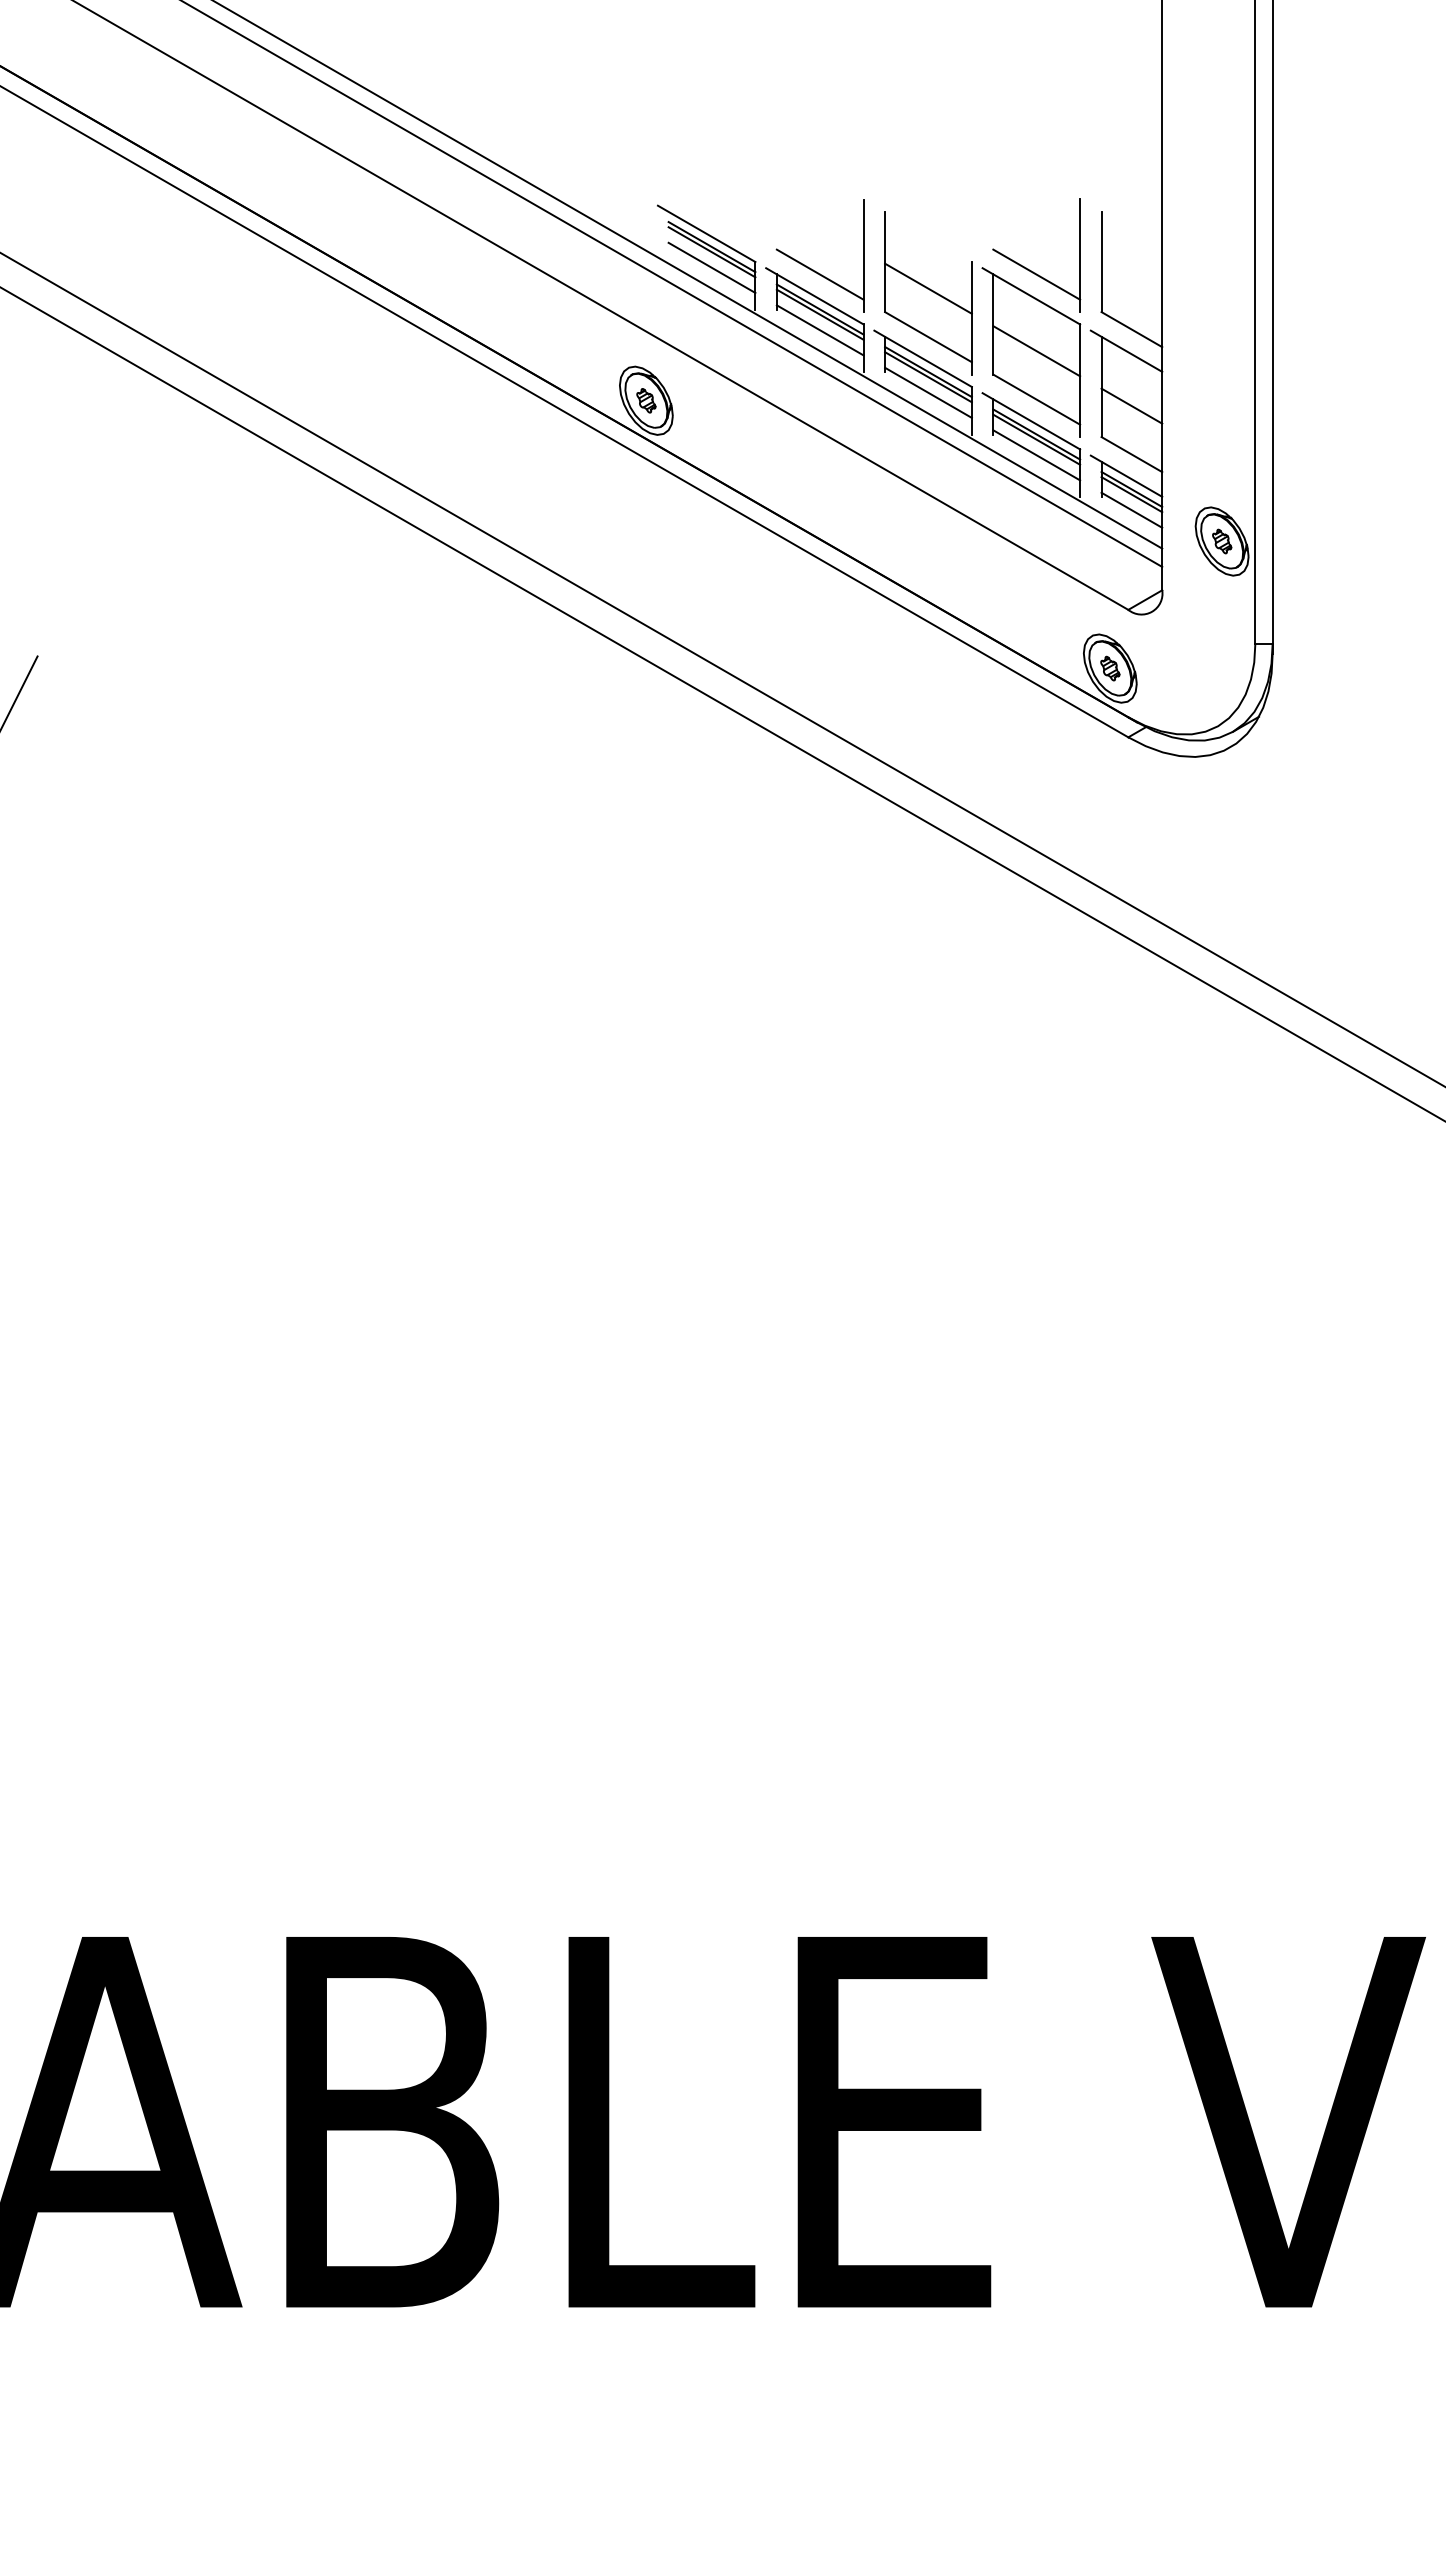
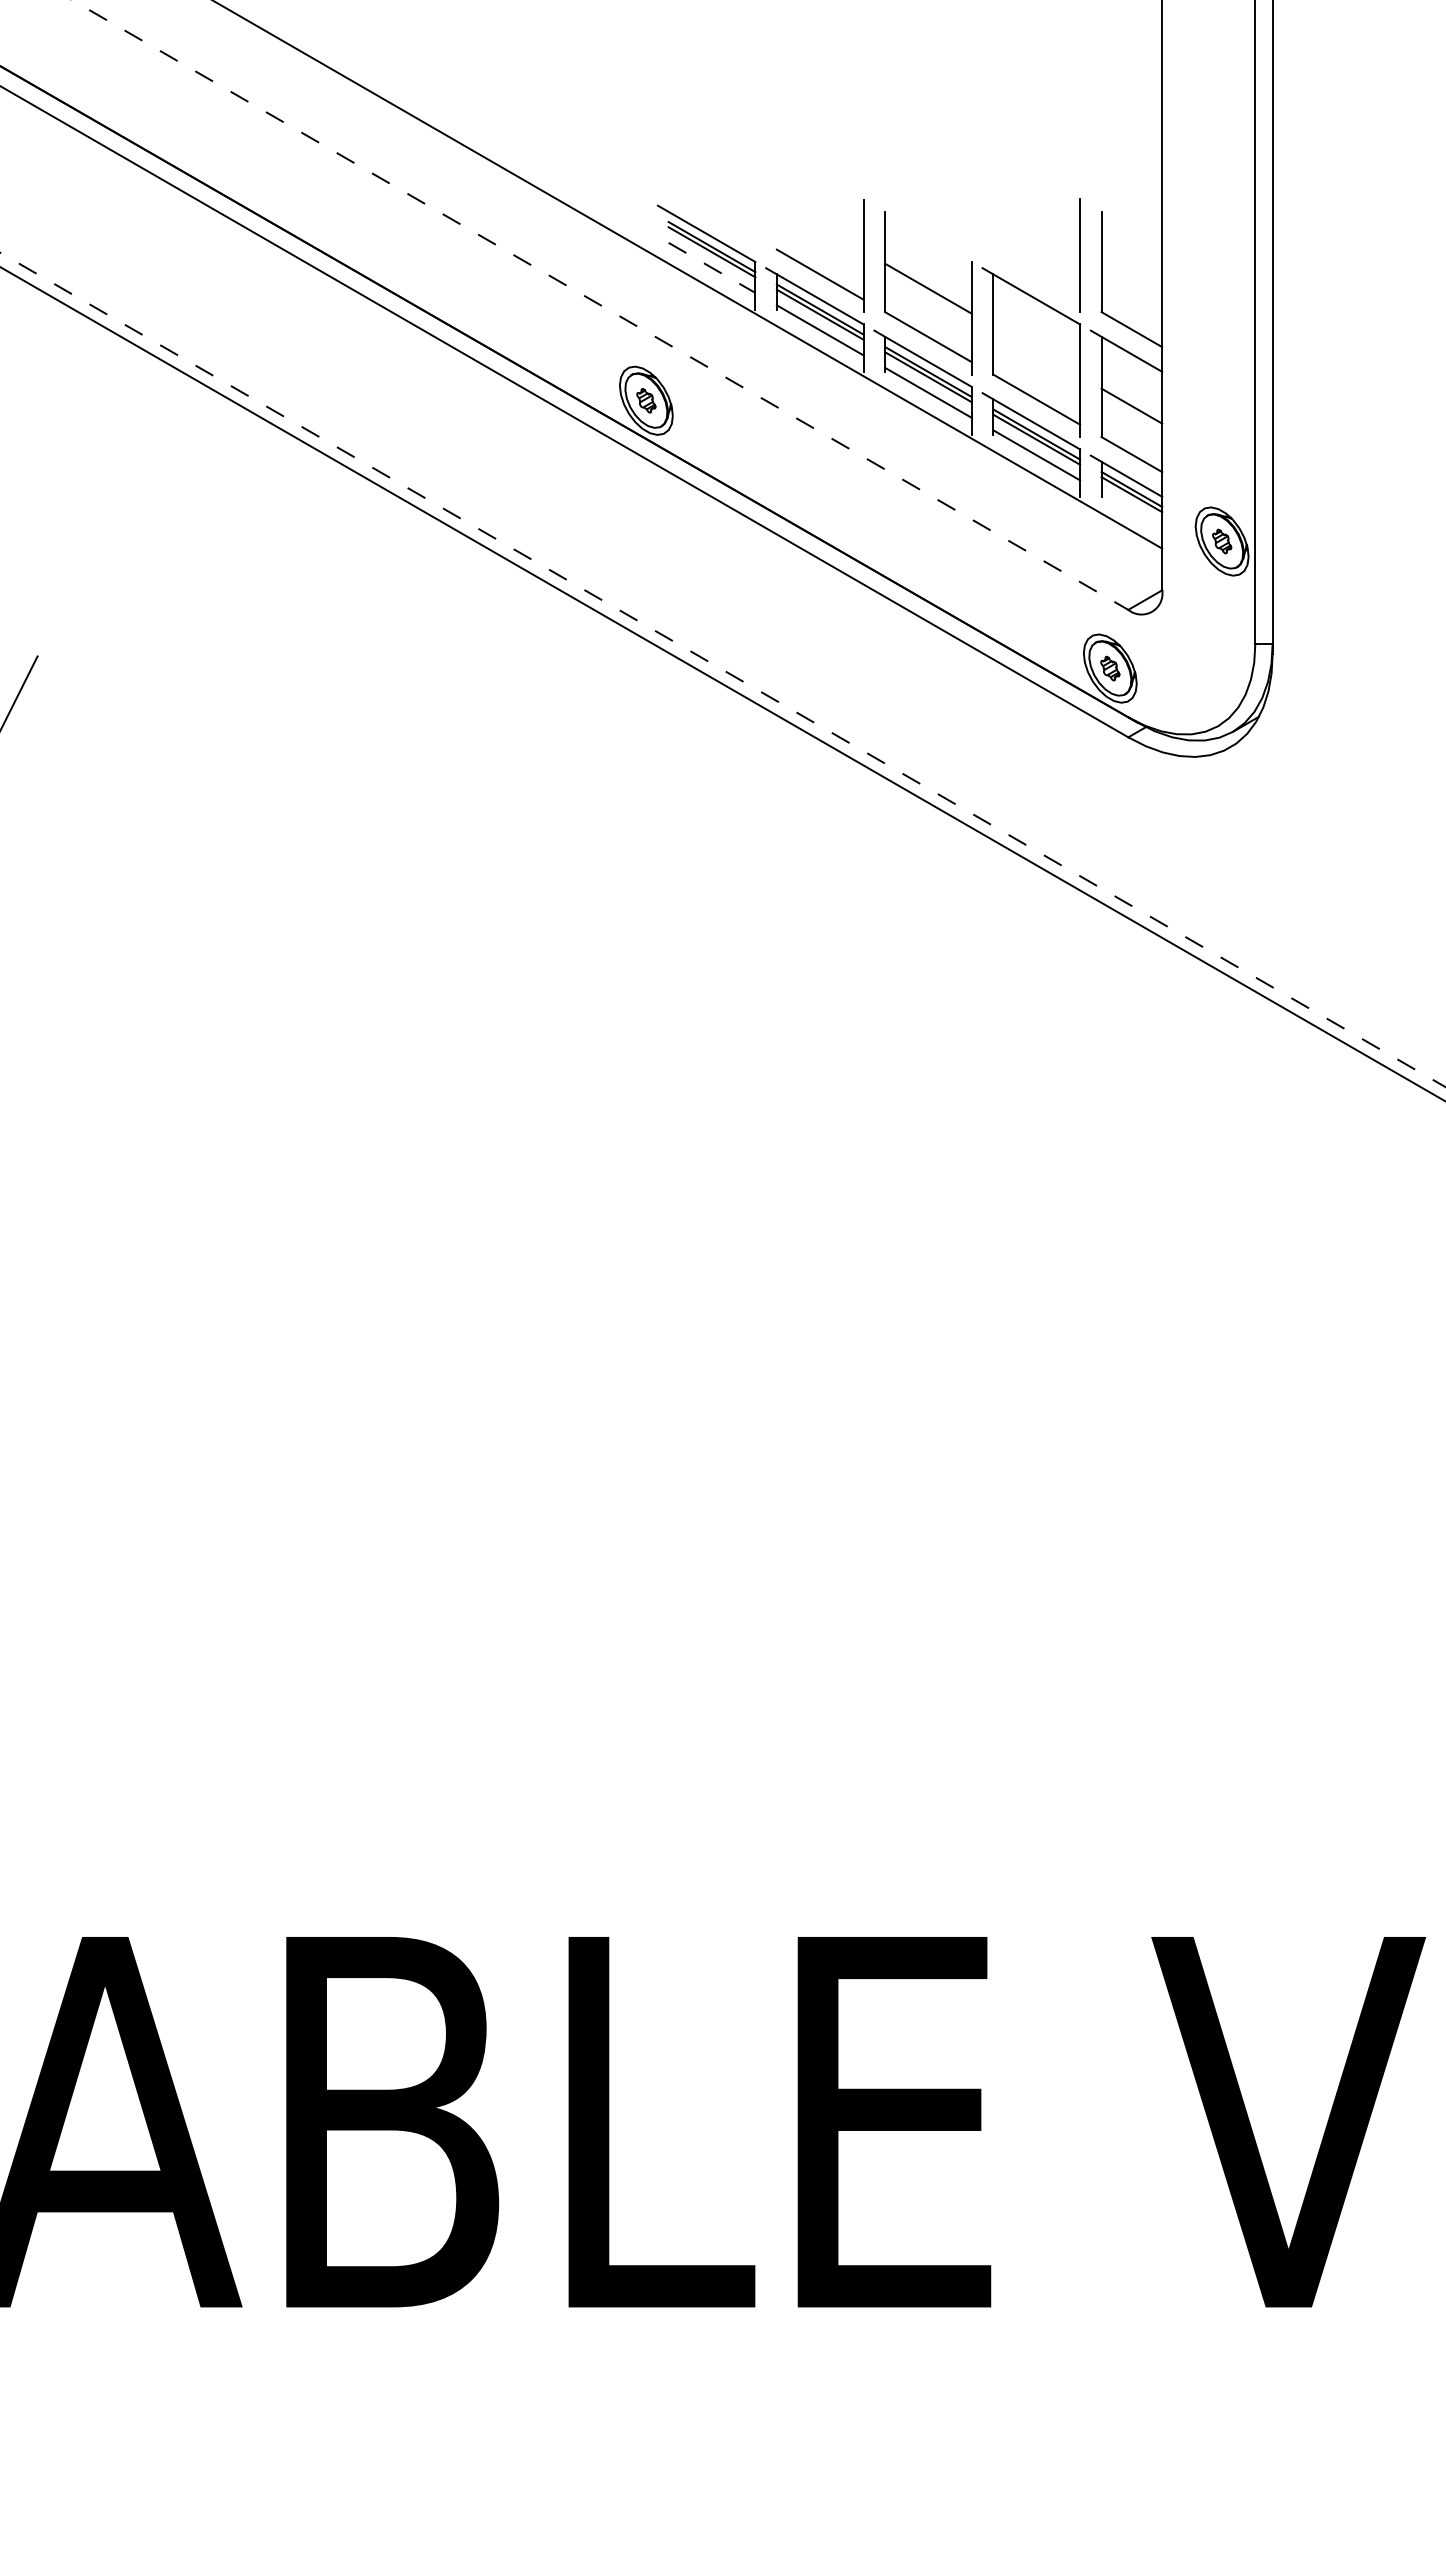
line at (712, 268): solid -> dashed
line at (1036, 274): present -> none
line at (673, 284): present -> none
line at (600, 304): solid -> dashed
line at (1036, 351): present -> none
line at (1131, 509): present -> none
line at (723, 670): solid -> dashed
line at (722, 703) position: (722, 703) -> (722, 683)
